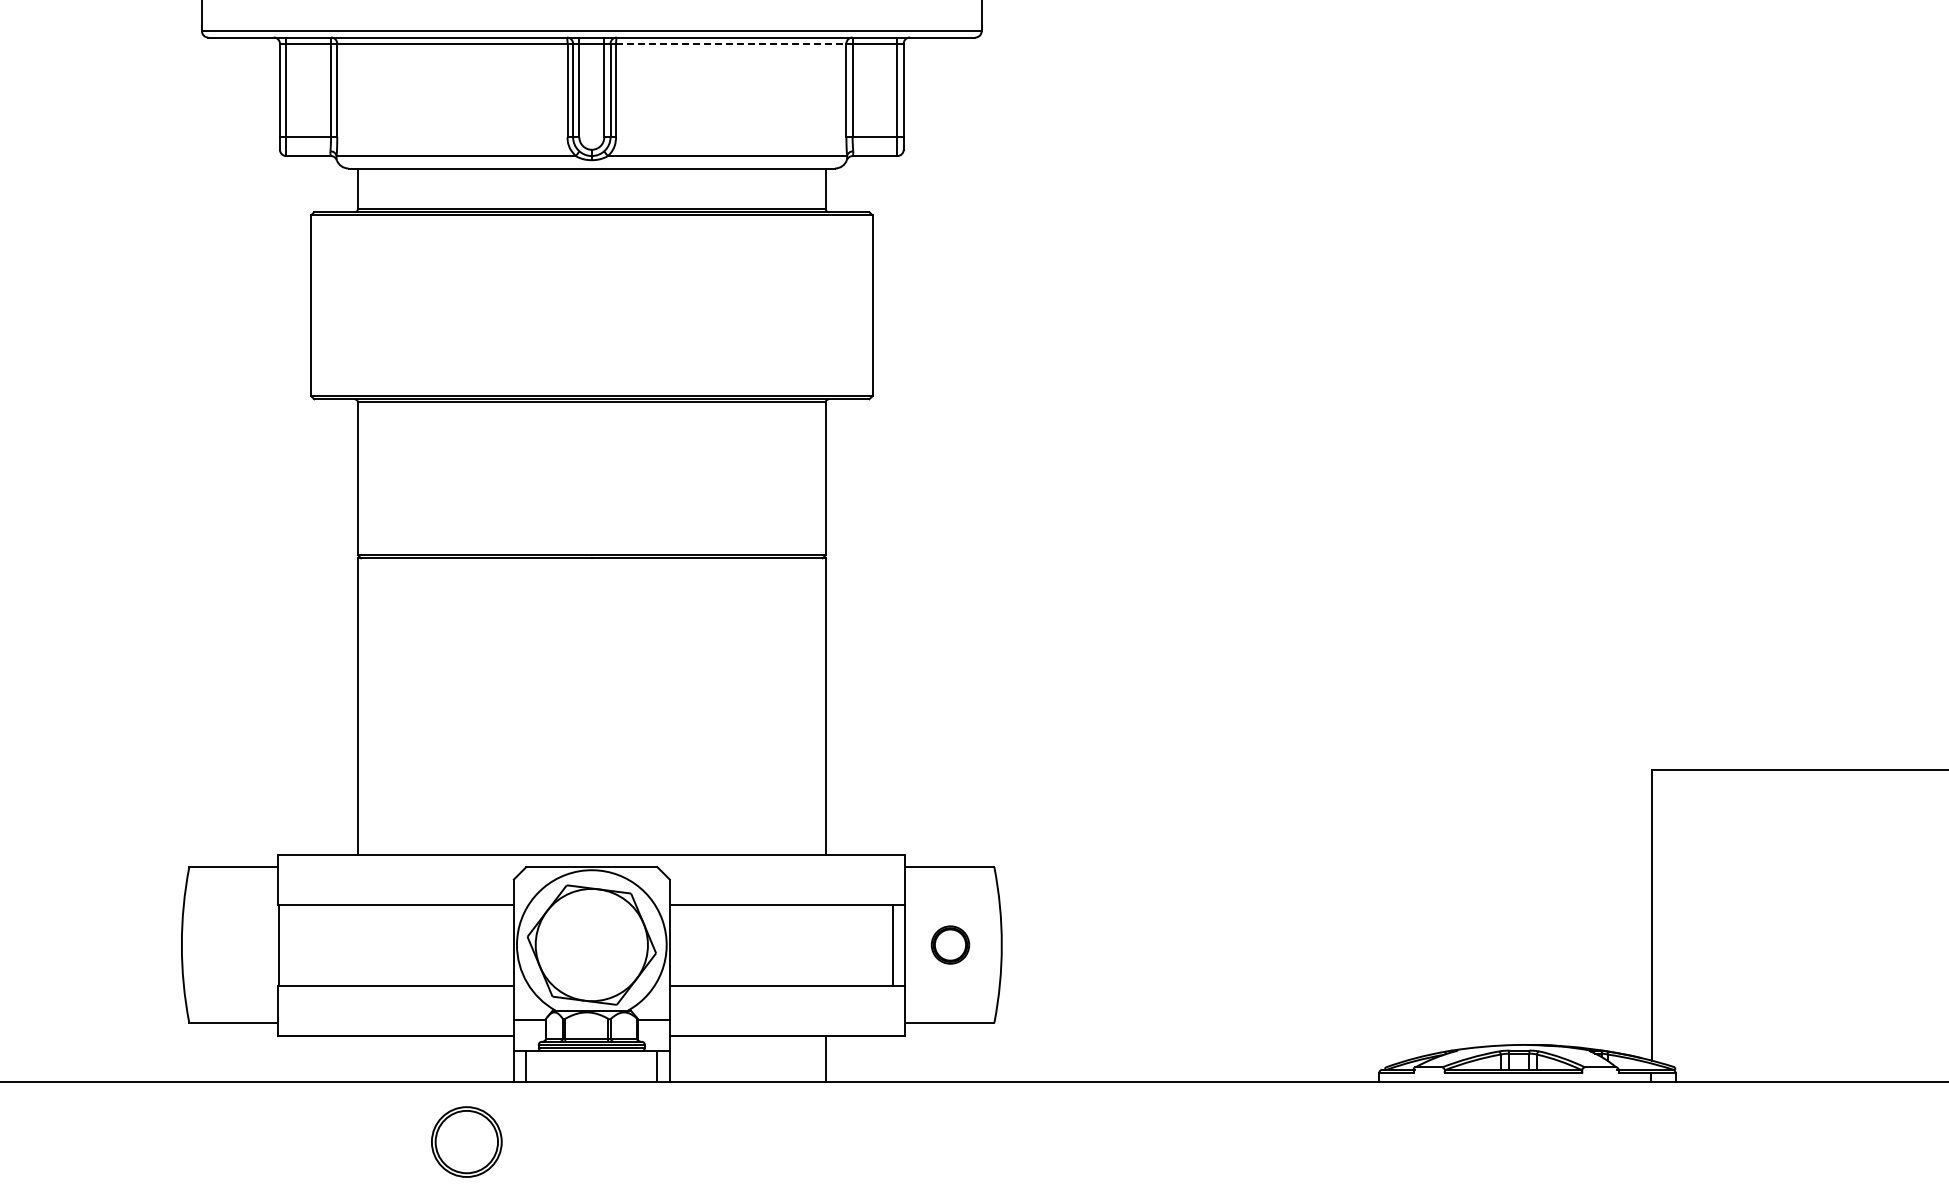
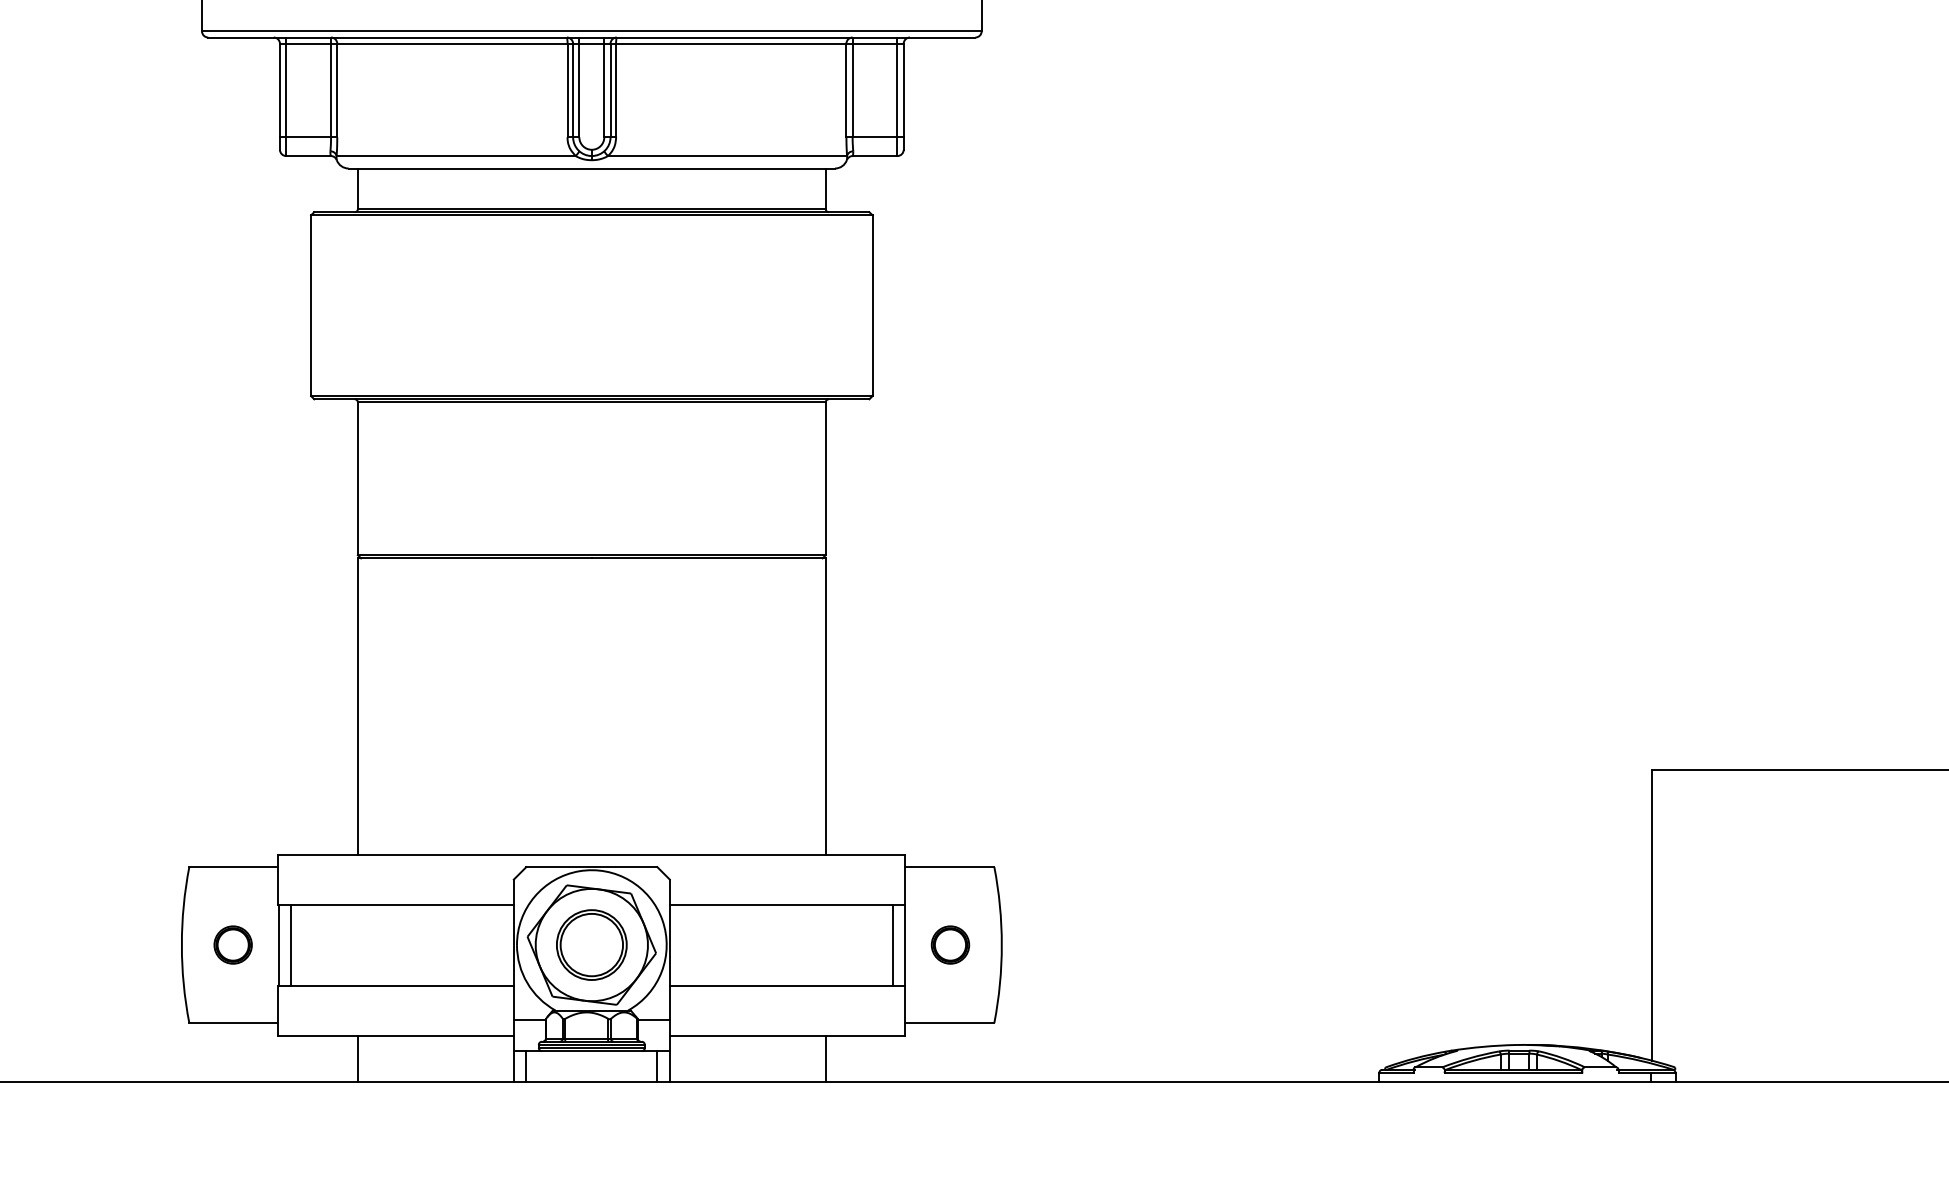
line at (731, 43): dashed -> solid
part at (232, 944): none -> present
line at (291, 944): none -> present
line at (357, 1058): none -> present
part at (466, 1141) position: (466, 1141) -> (591, 944)
